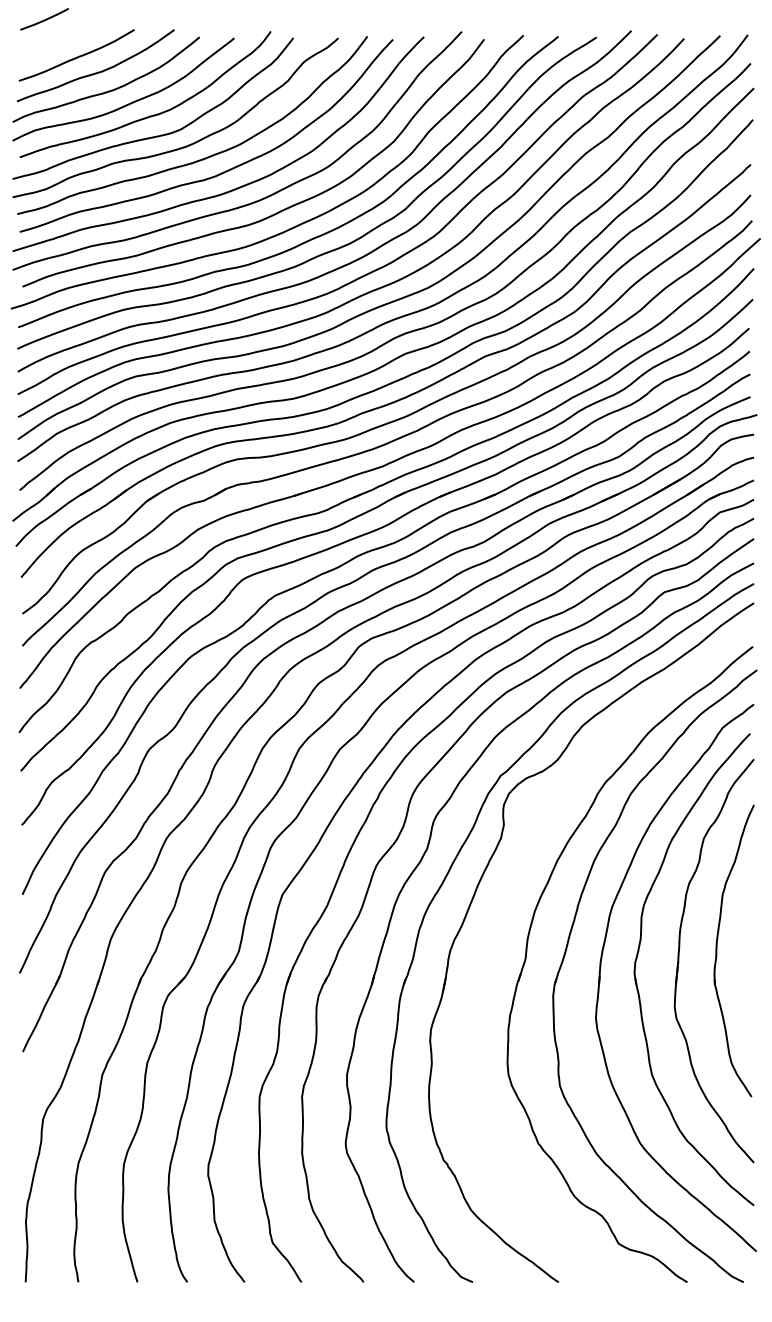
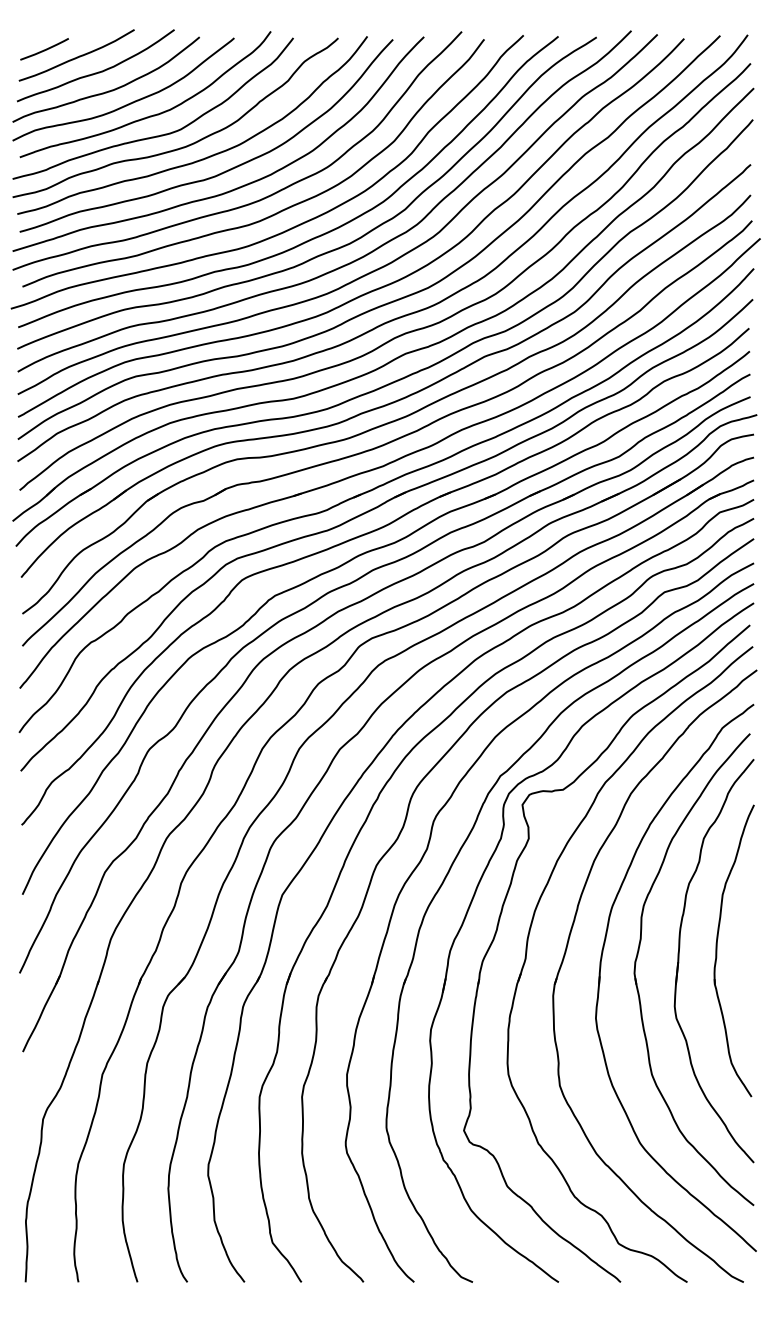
curve at (44, 19) position: (44, 19) -> (44, 49)
part at (498, 928): none -> present
